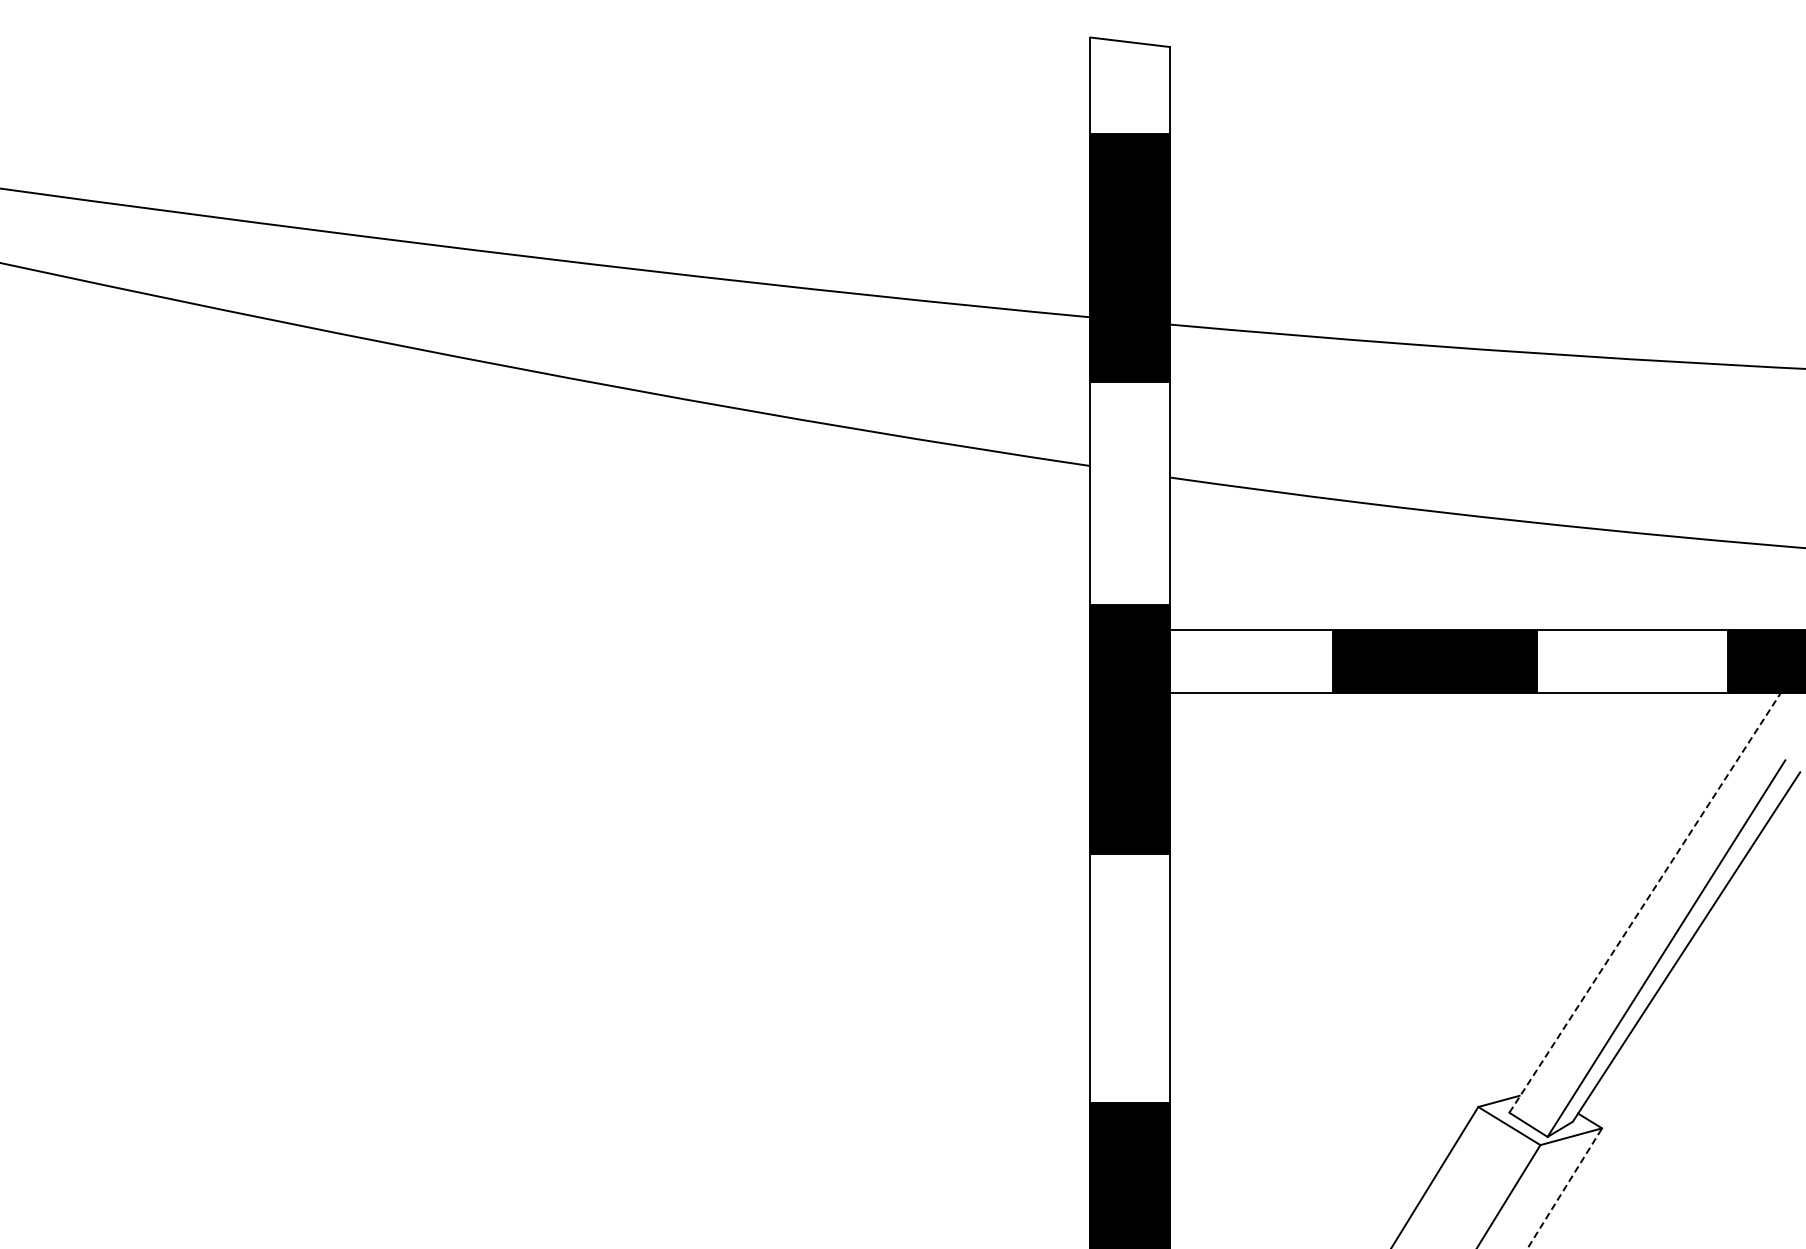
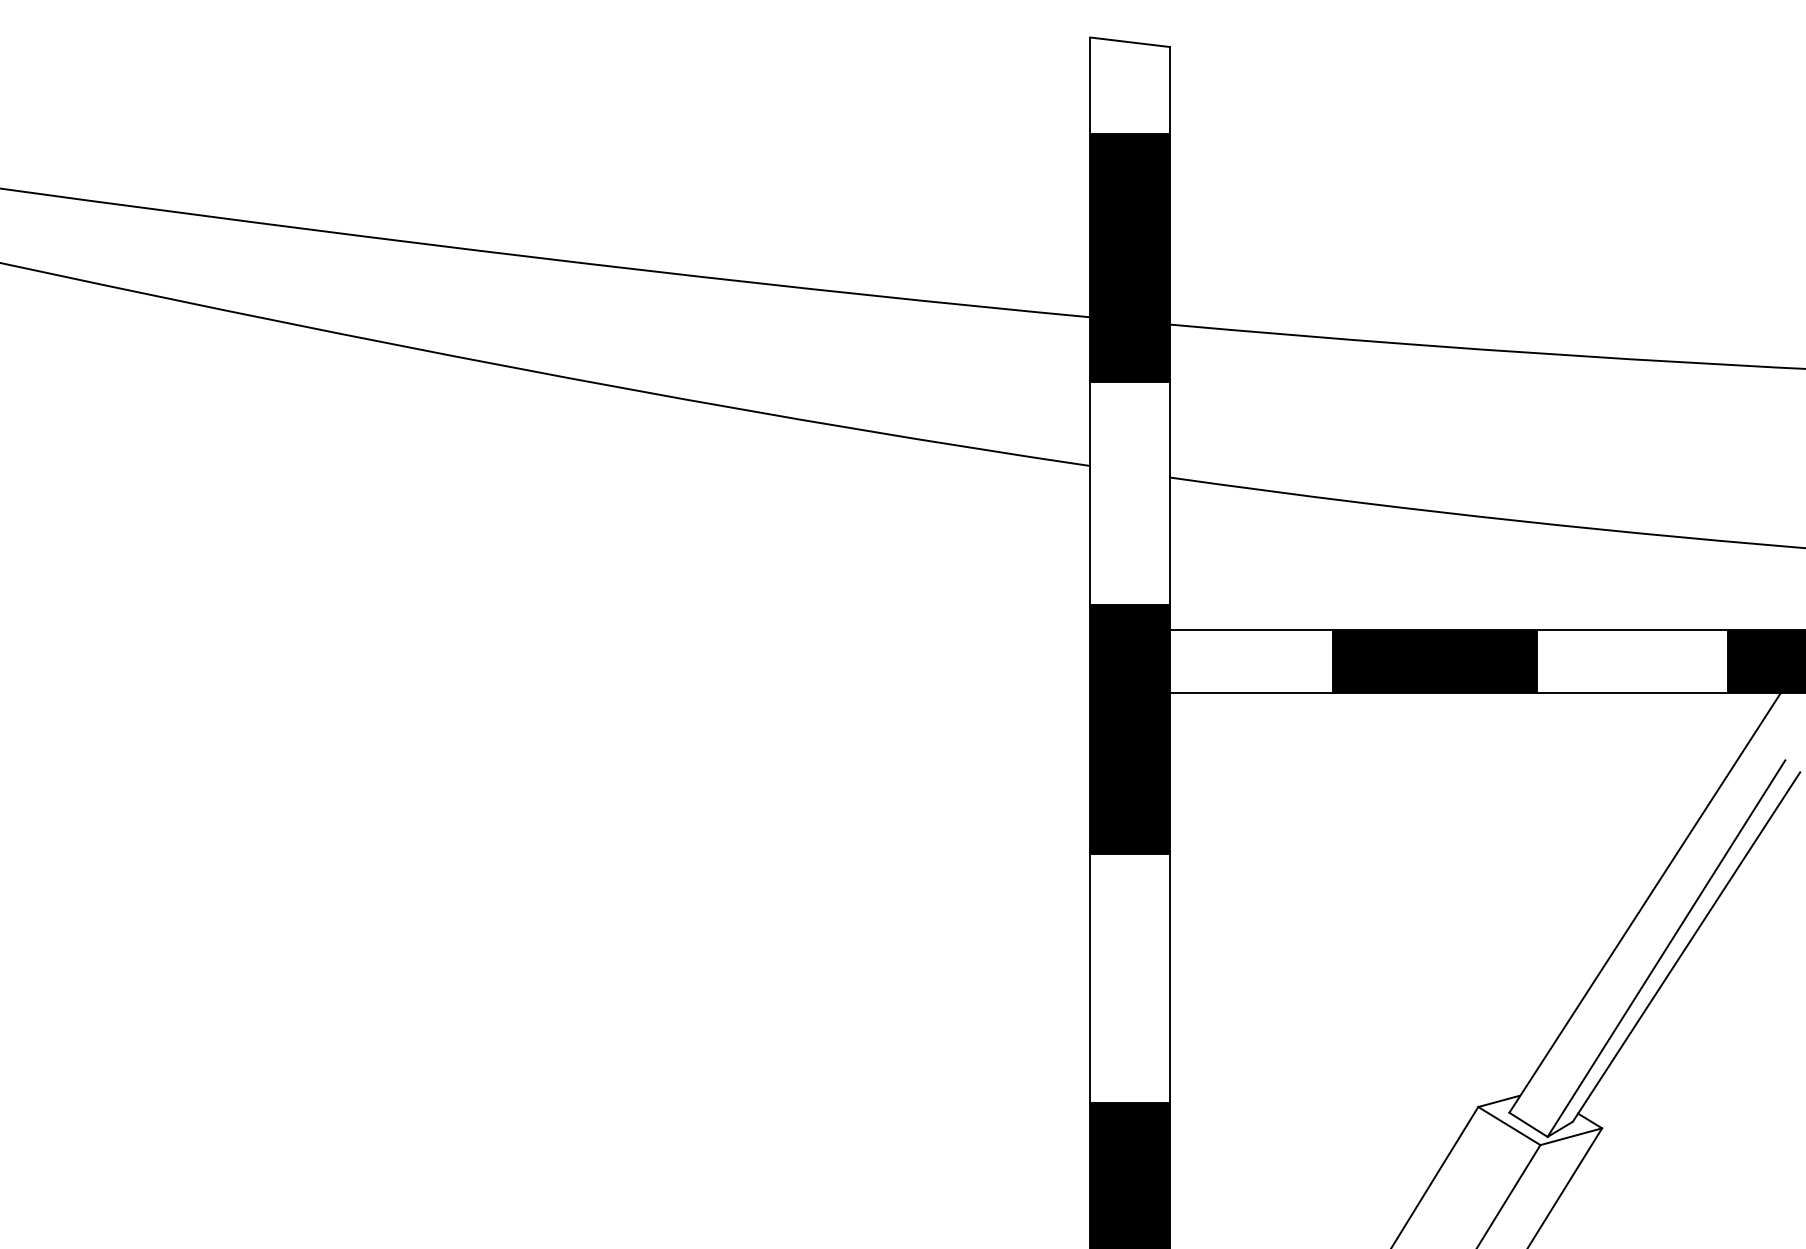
line at (1649, 895): dashed -> solid
line at (1564, 1188): dashed -> solid
